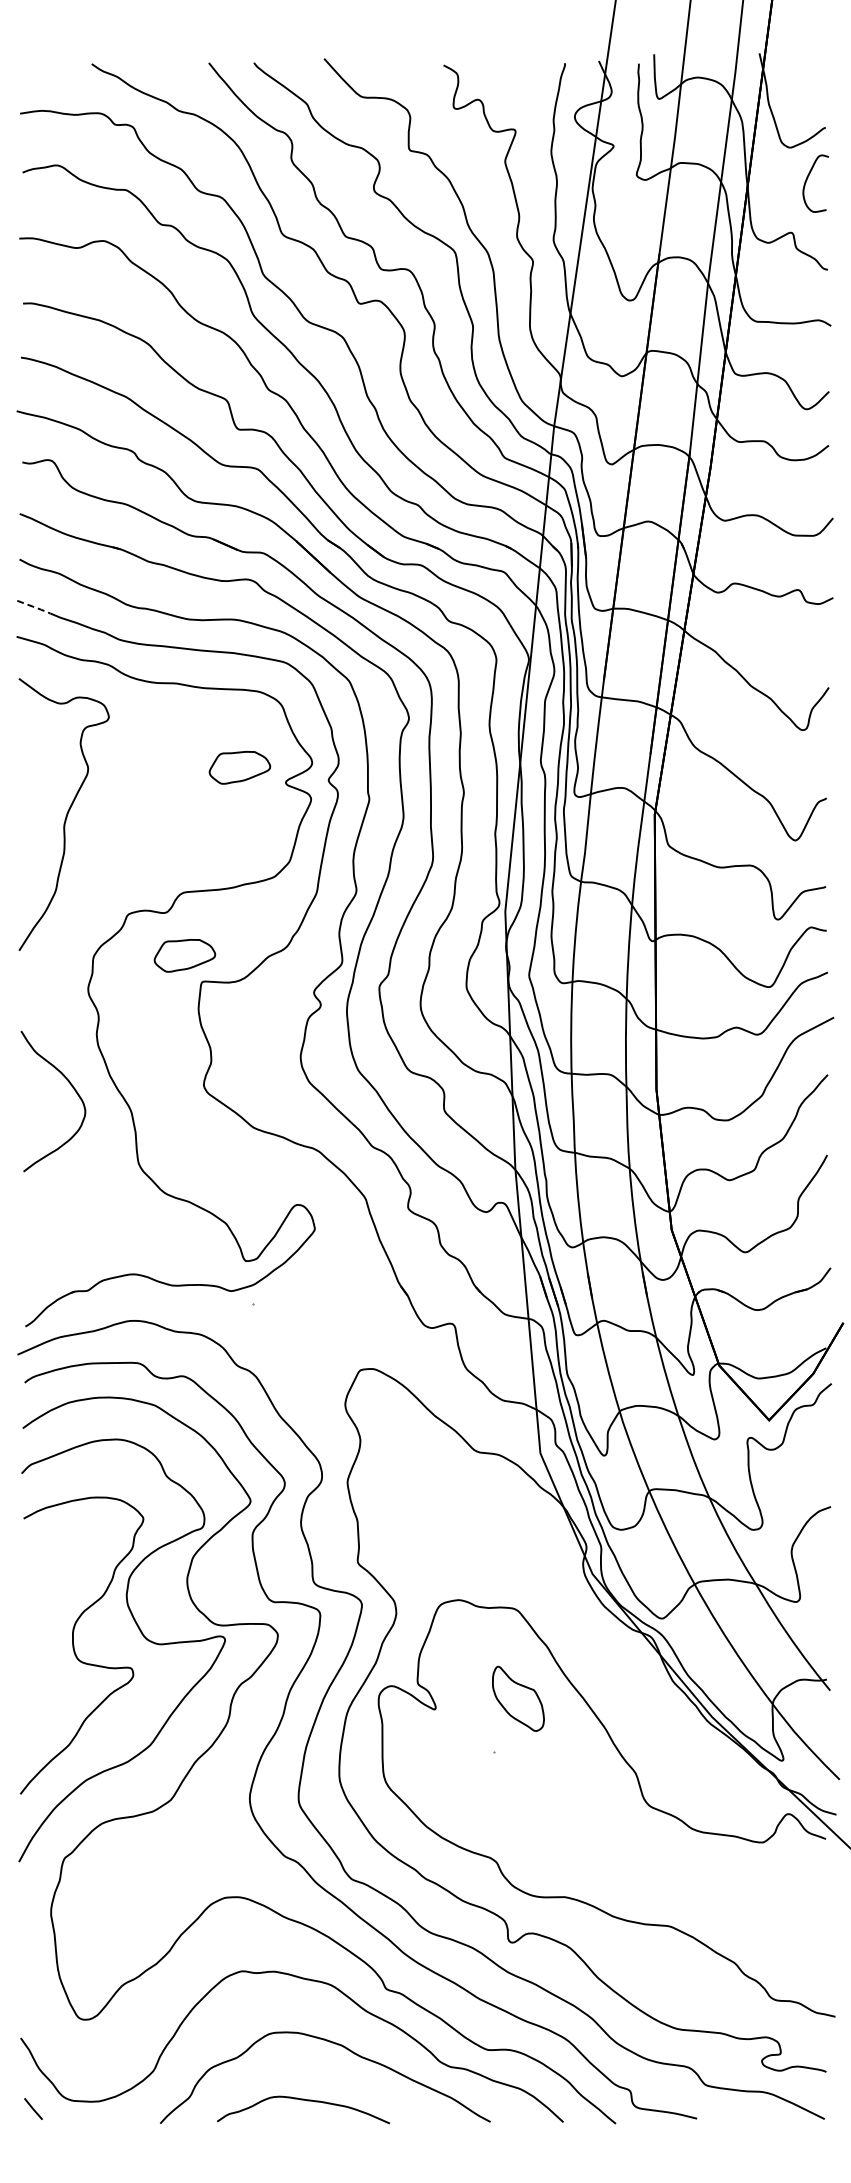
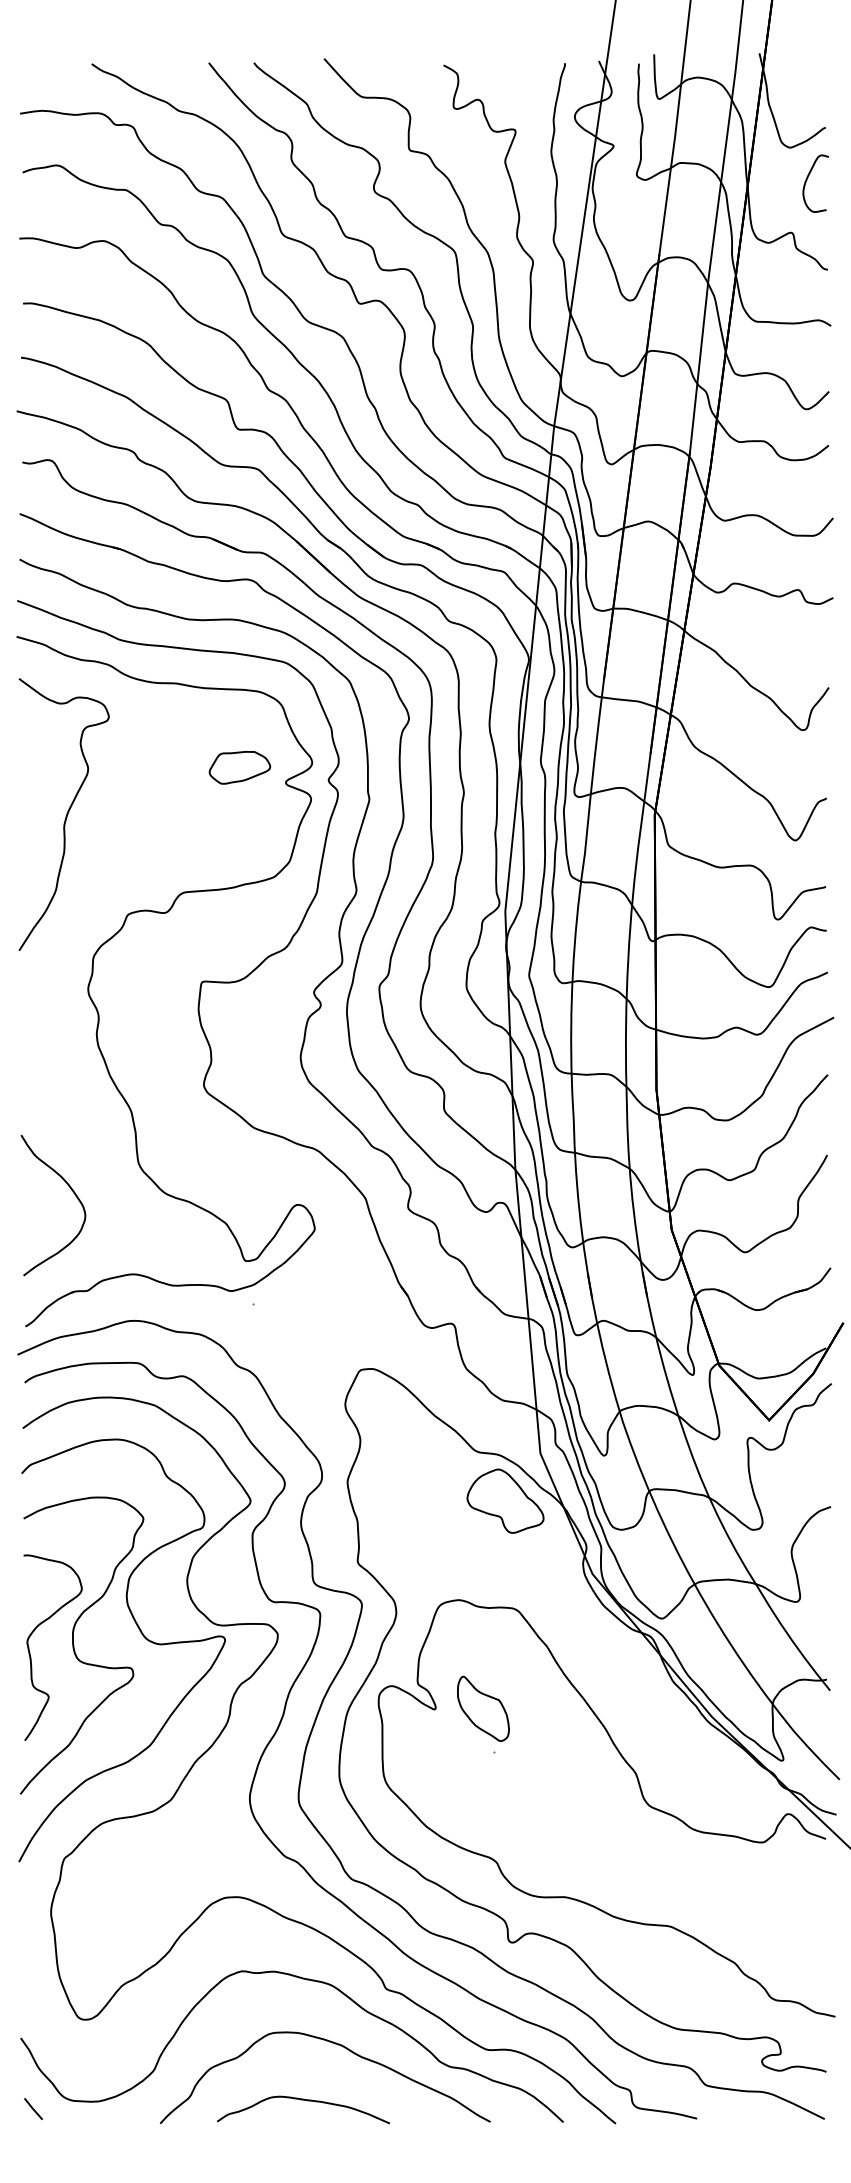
line at (34, 607): dashed -> solid
part at (184, 955): present -> none
curve at (73, 1089) position: (73, 1089) -> (73, 1193)
part at (505, 1500): none -> present
curve at (30, 1652): none -> present
part at (518, 1698) position: (518, 1698) -> (483, 1708)
